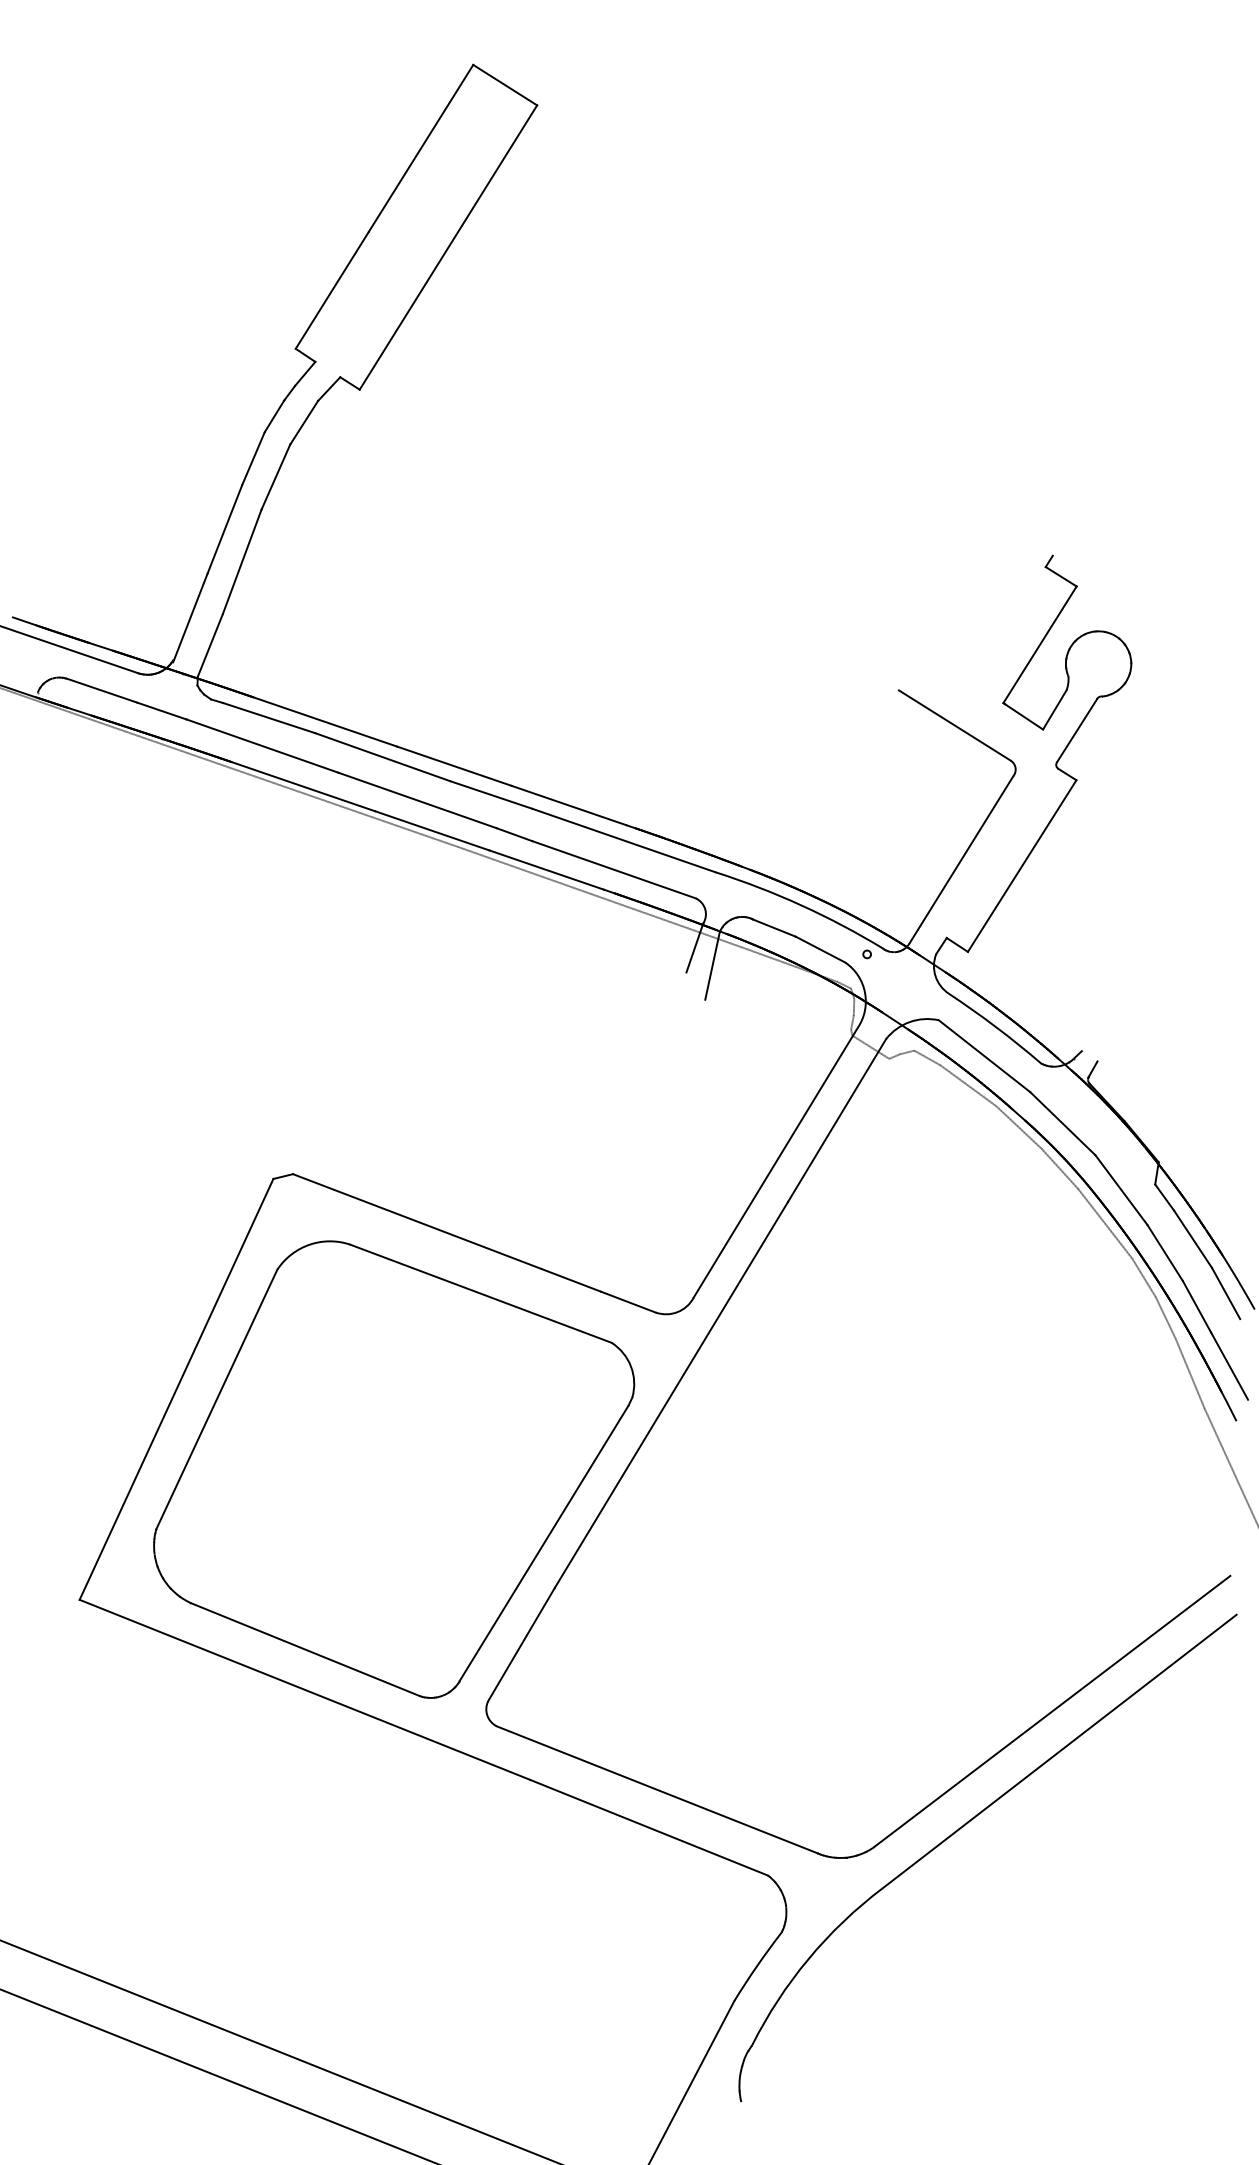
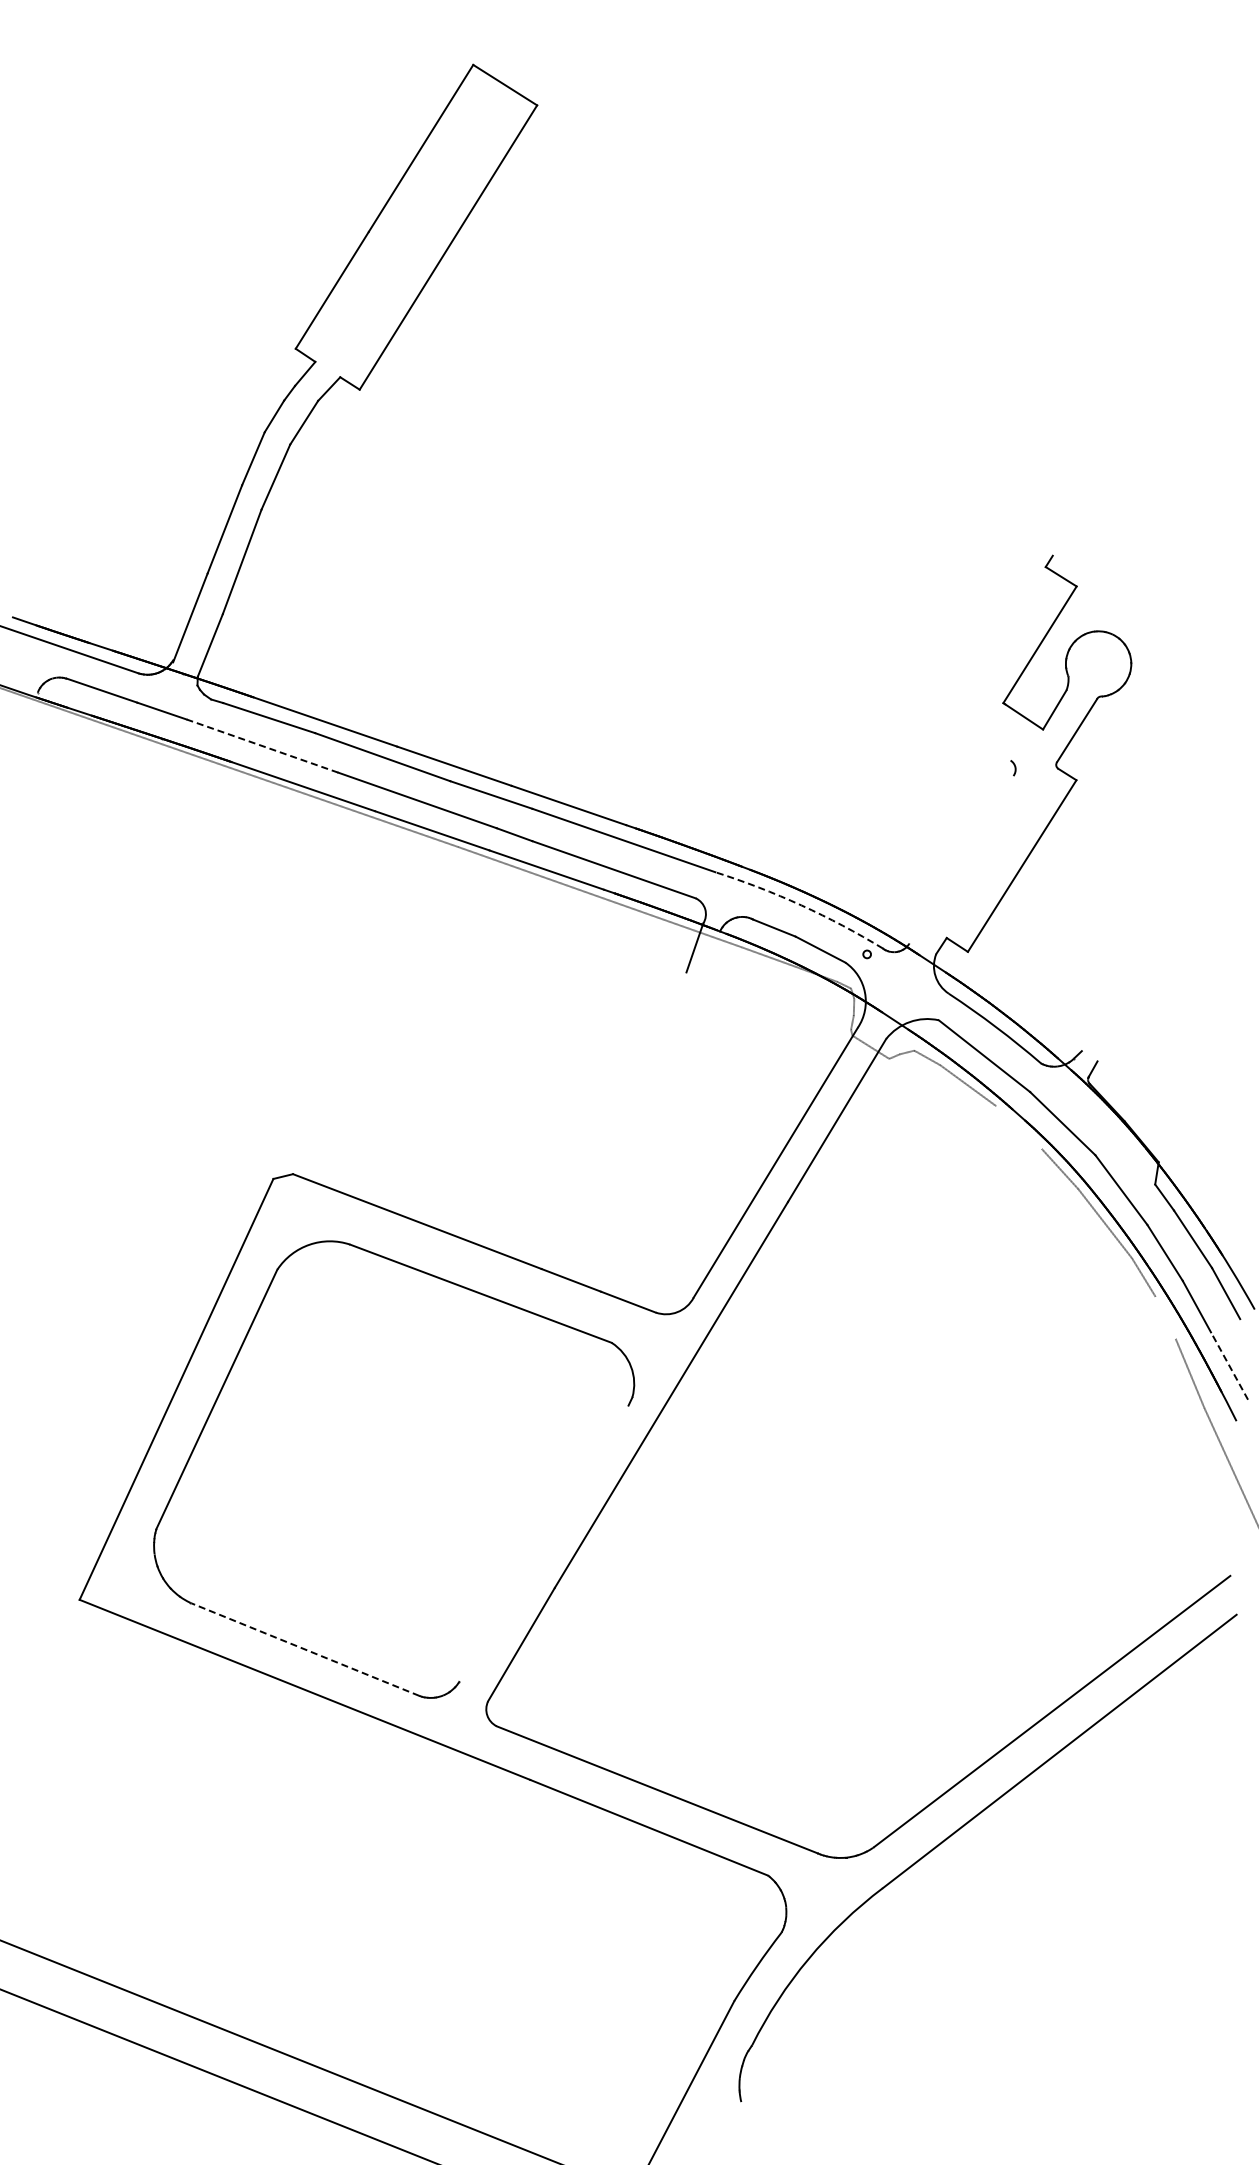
line at (954, 725): present -> none
line at (262, 745): solid -> dashed
line at (961, 859): present -> none
arc at (801, 905): solid -> dashed
line at (712, 965): present -> none
line at (1018, 1127): present -> none
line at (1165, 1317): present -> none
line at (1229, 1365): solid -> dashed
line at (543, 1543): present -> none
line at (305, 1649): solid -> dashed
